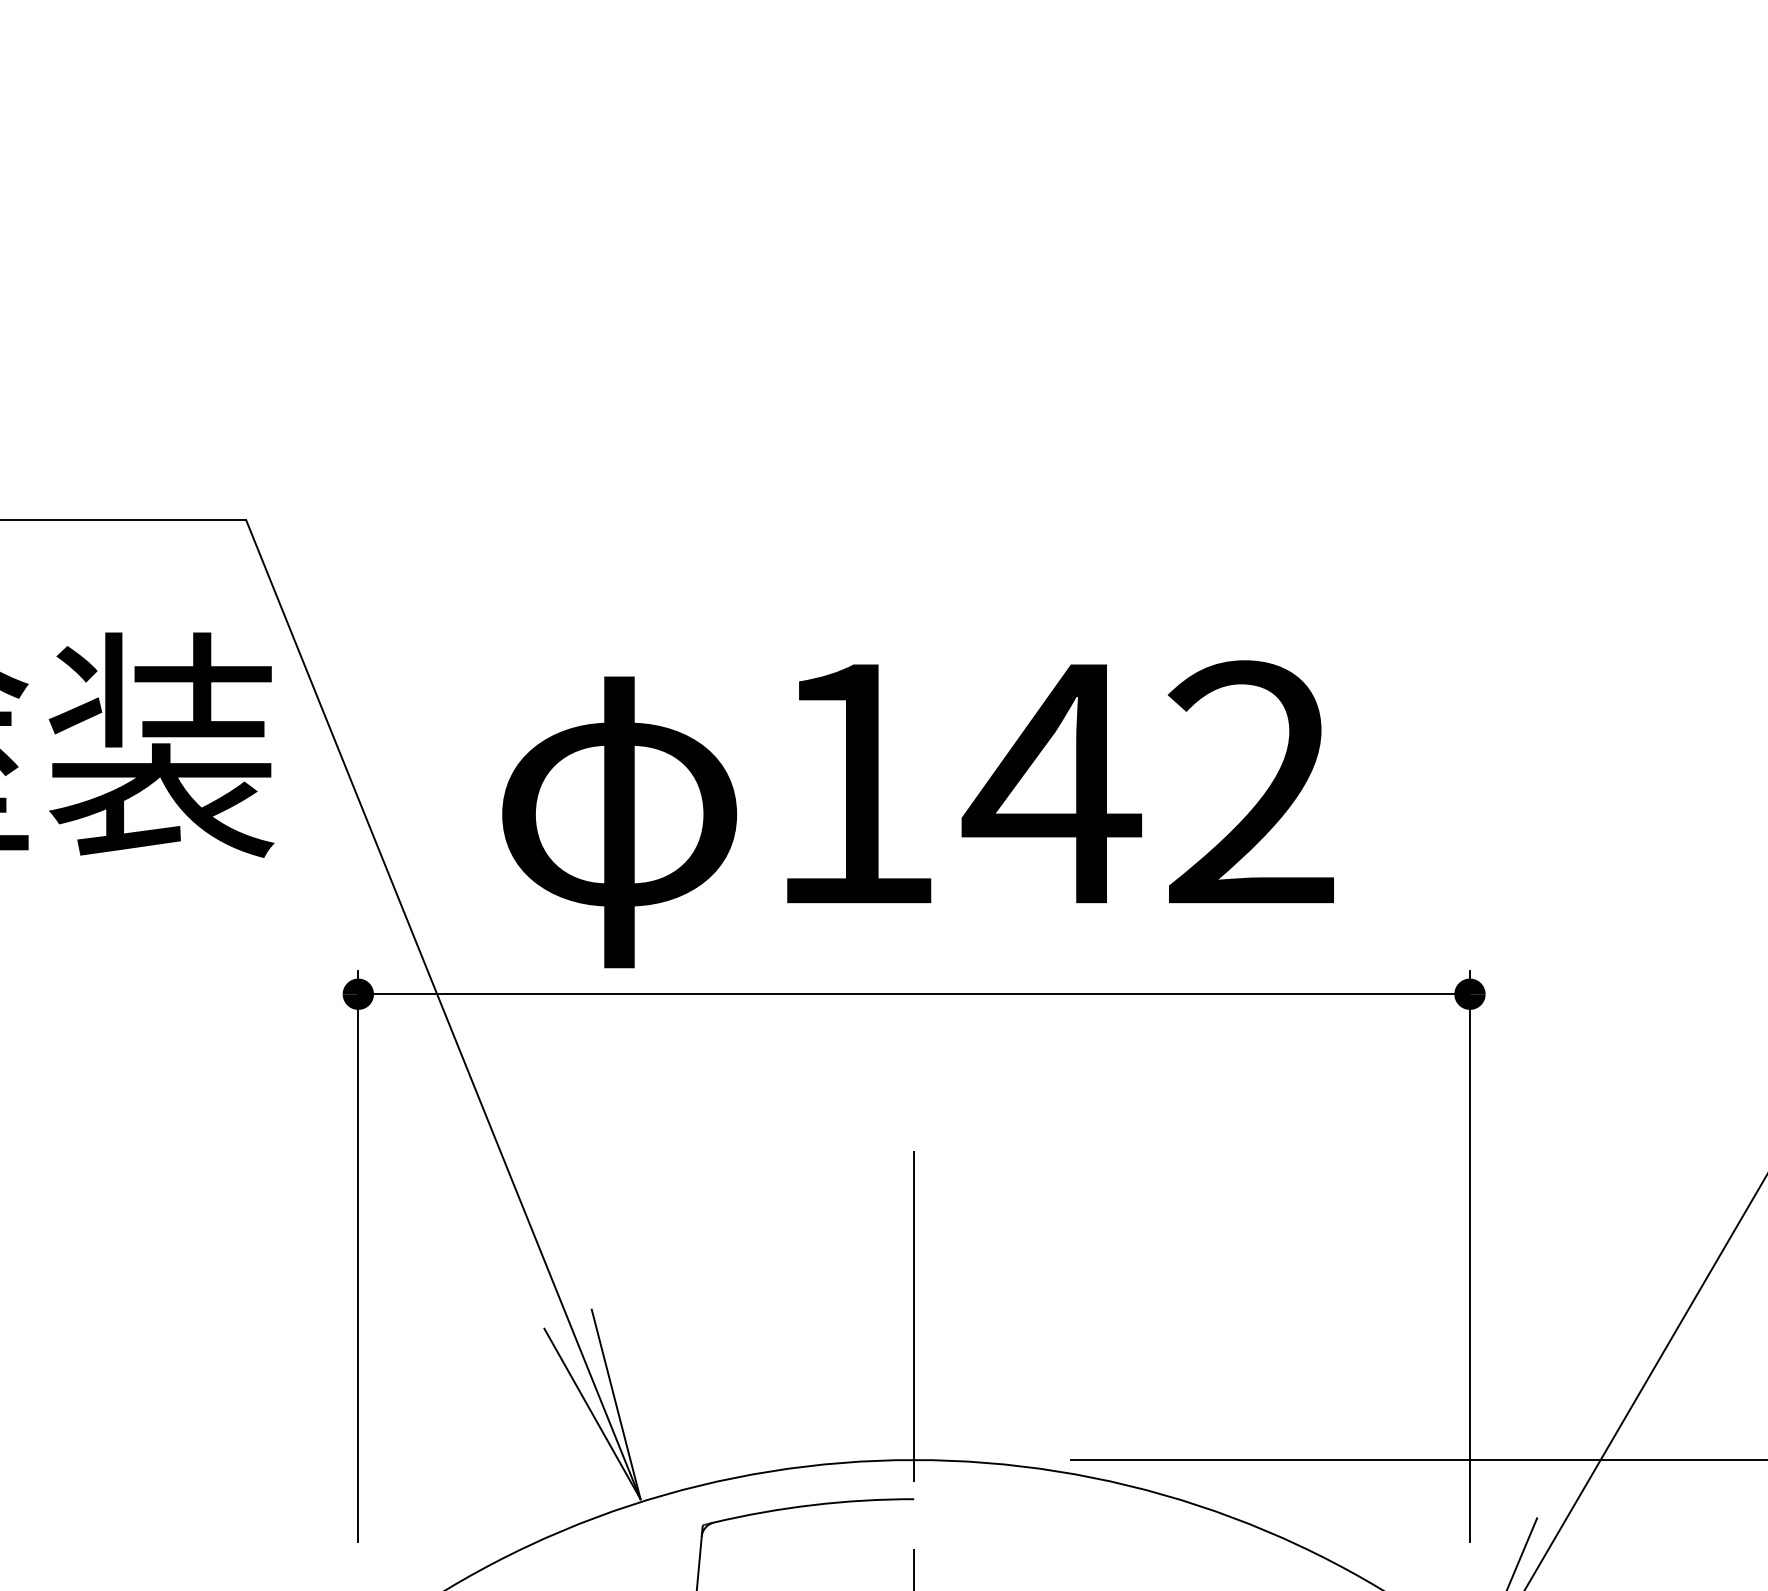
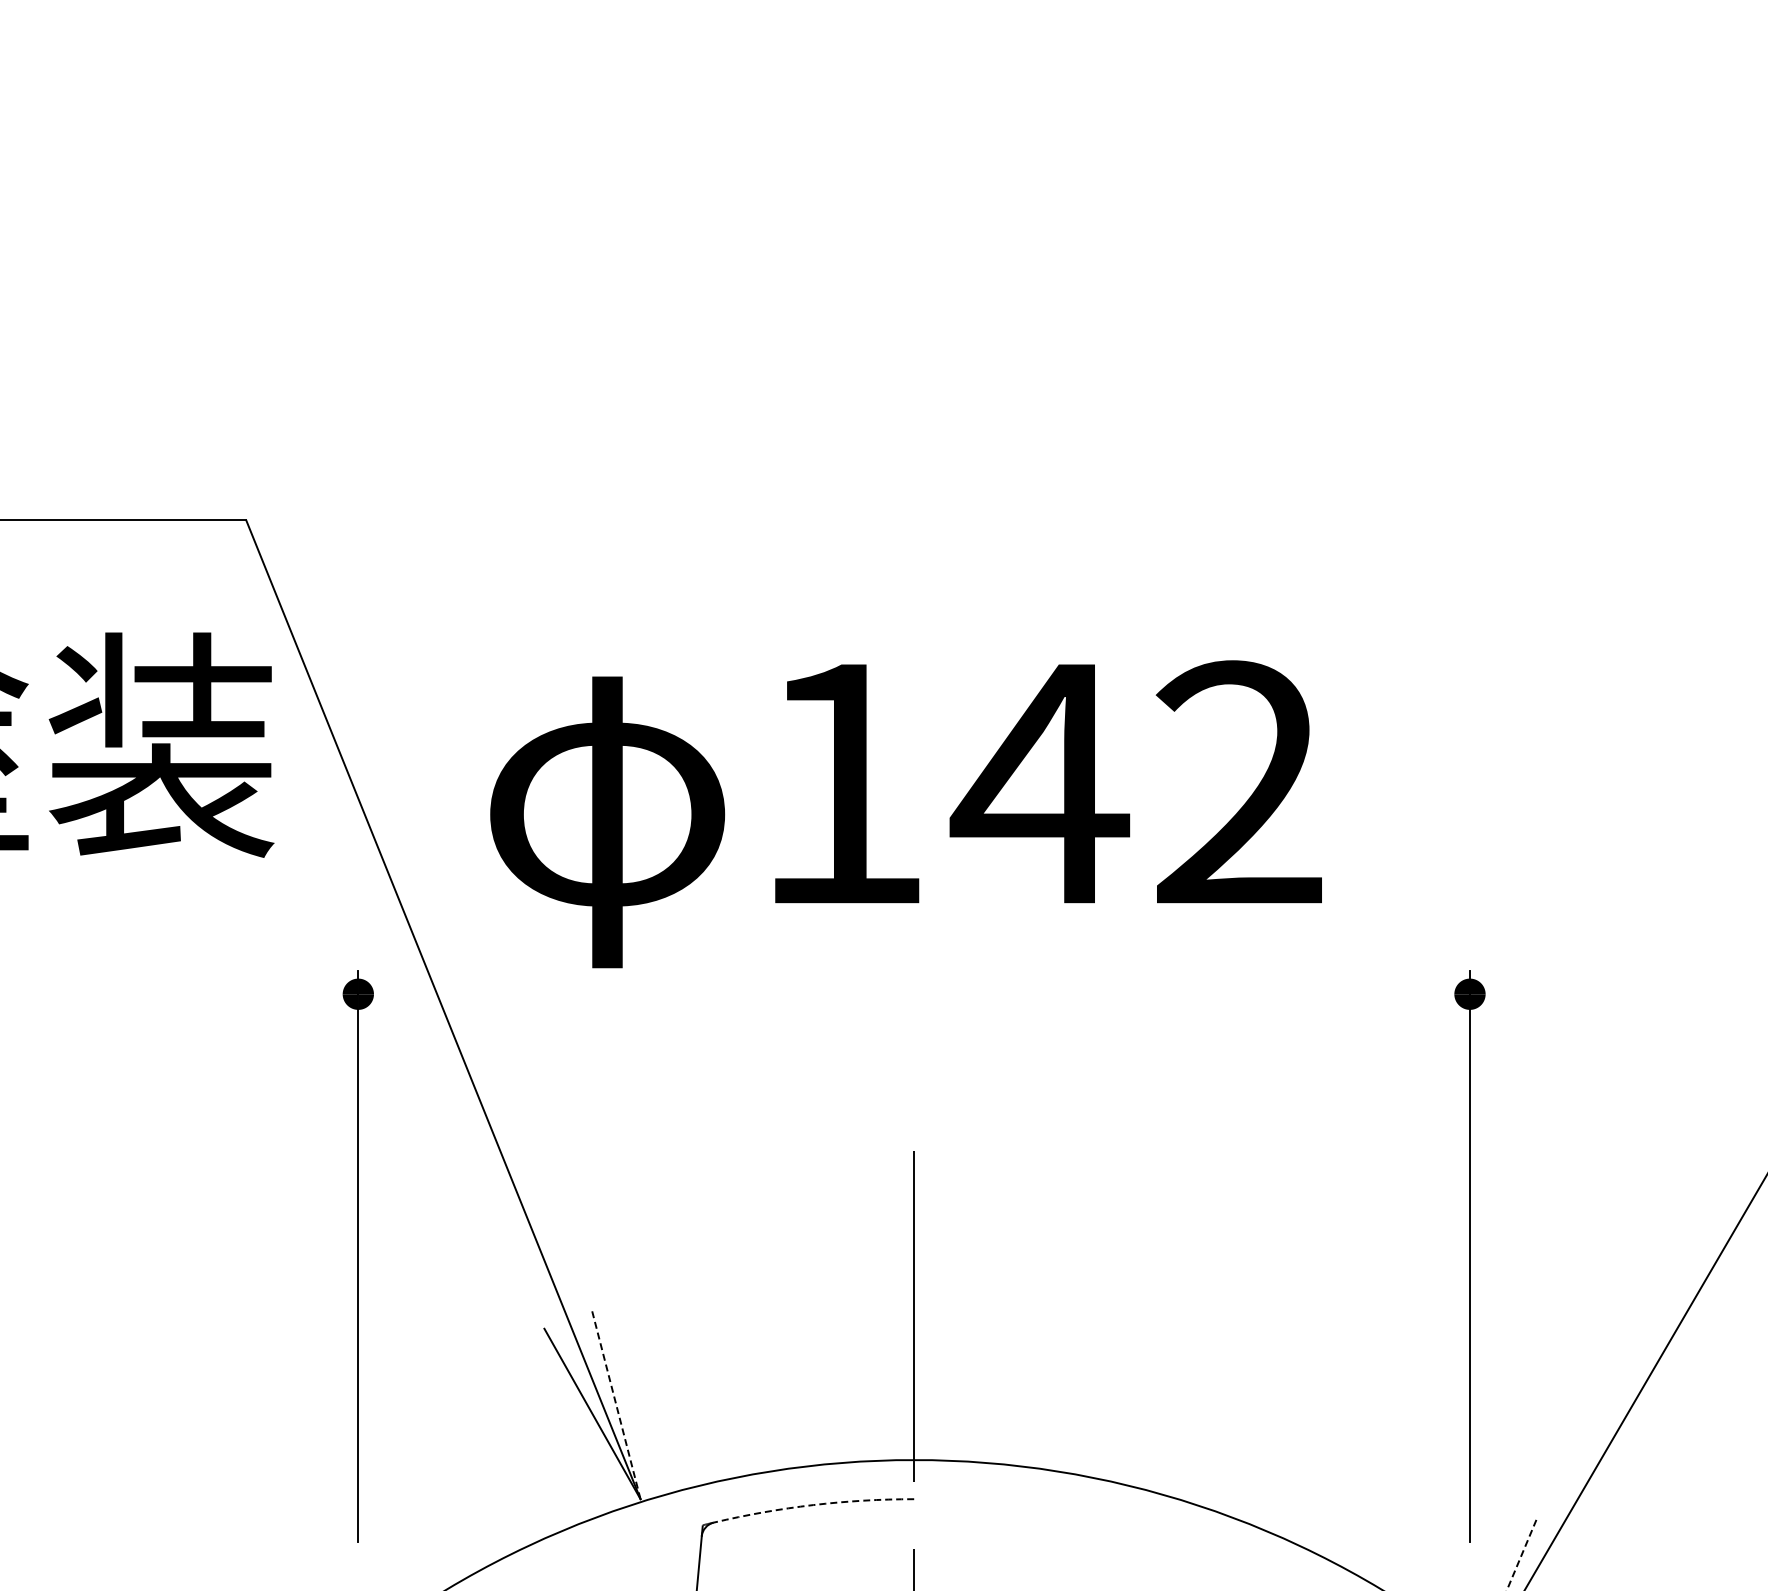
text at (917, 814) position: (917, 814) -> (905, 814)
line at (913, 994): present -> none
line at (616, 1404): solid -> dashed
line at (1417, 1460): present -> none
arc at (813, 1505): solid -> dashed
line at (1522, 1554): solid -> dashed
